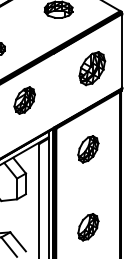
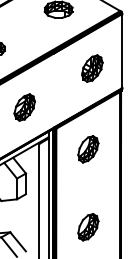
part at (92, 68) size: 29x36 px -> 23x29 px
part at (24, 100) position: (24, 100) -> (24, 107)
